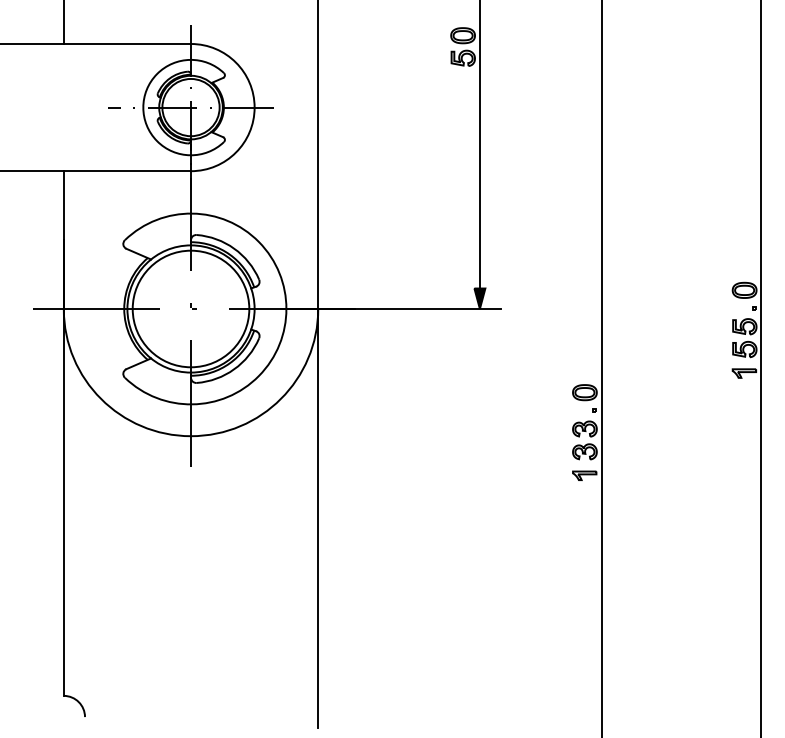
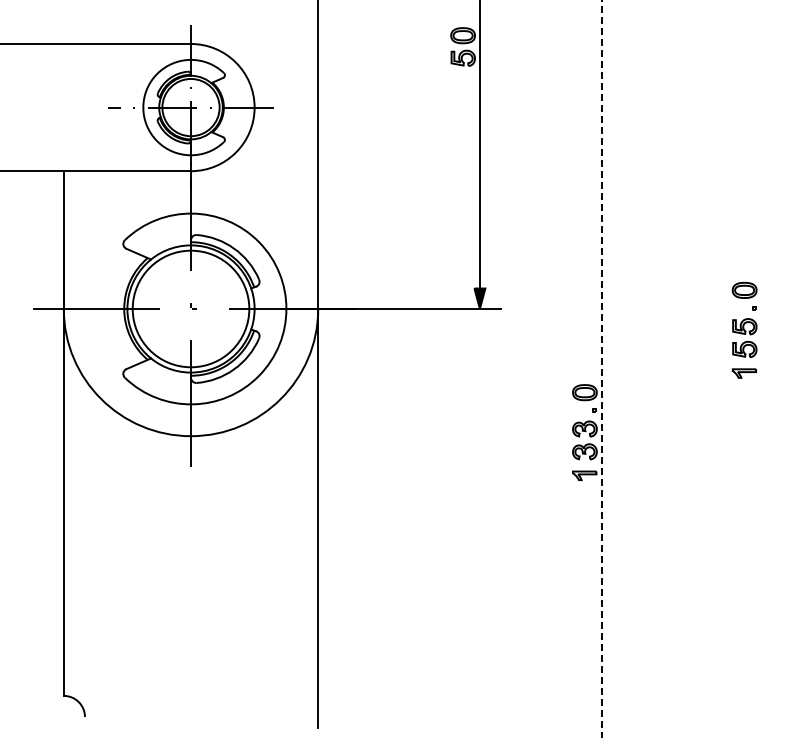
line at (63, 23): present -> none
line at (601, 368): solid -> dashed
line at (761, 368): present -> none
